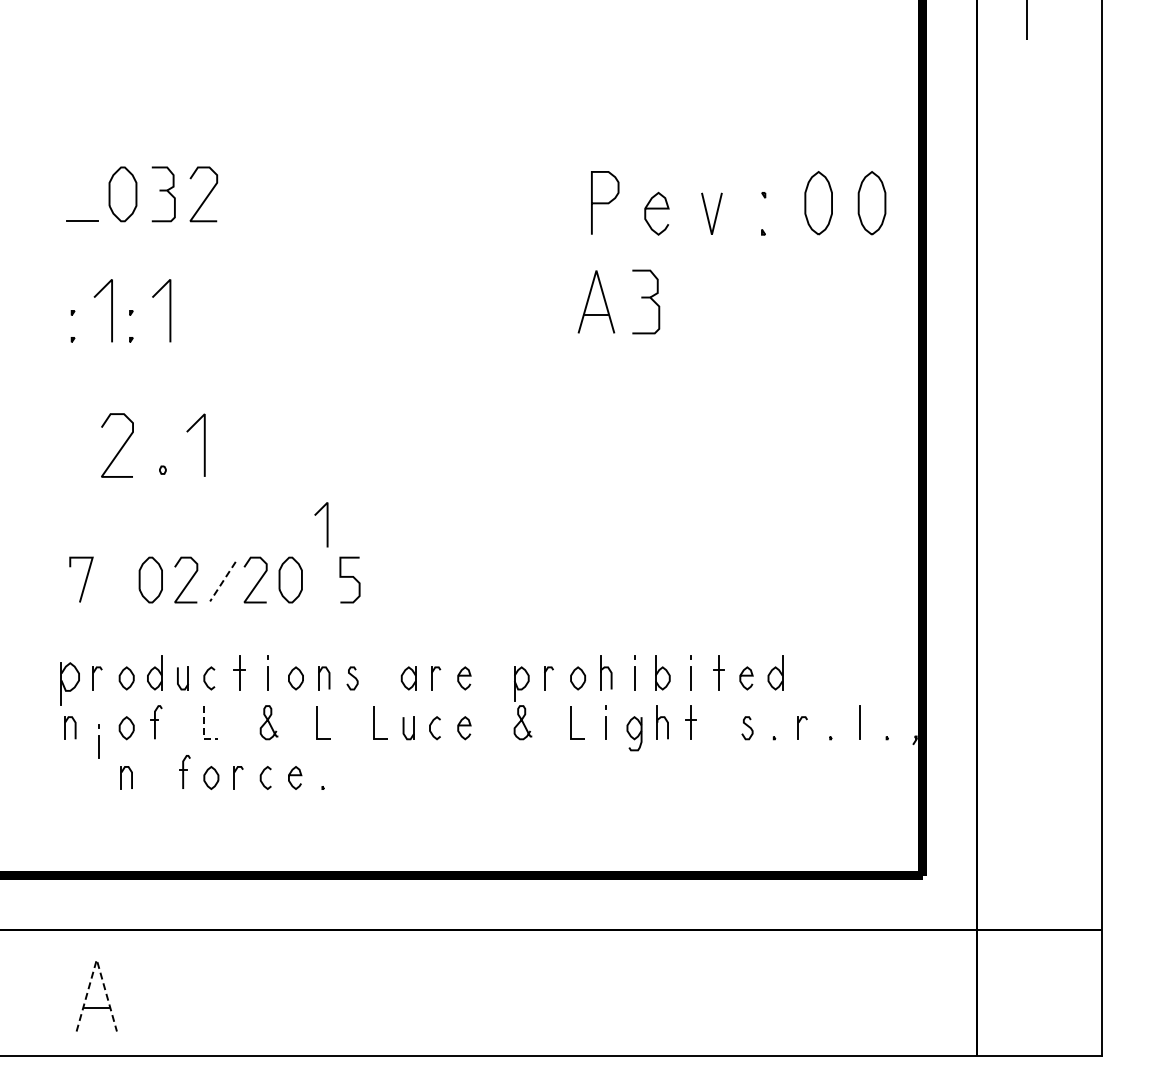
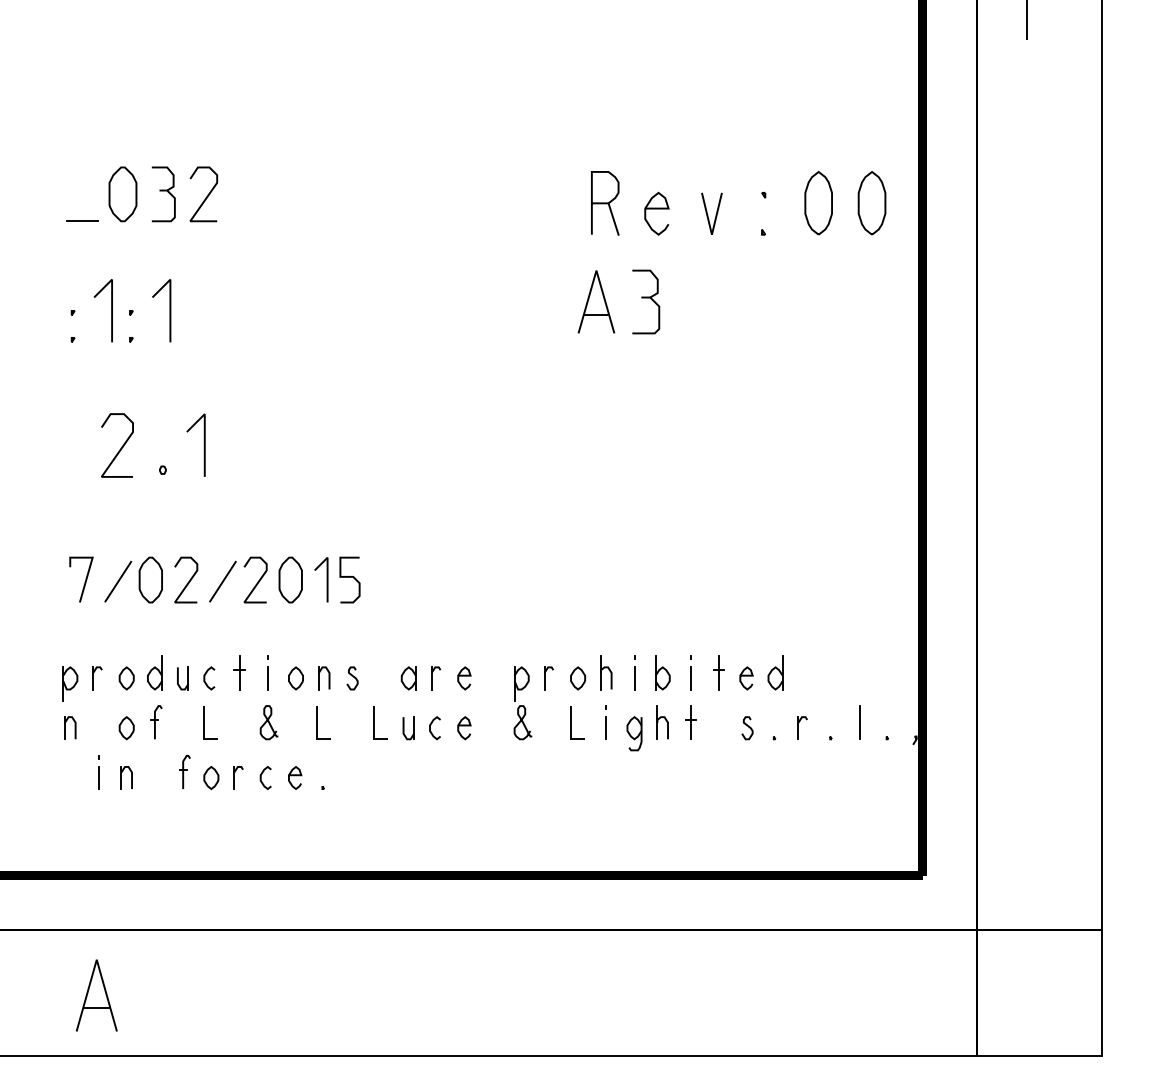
line at (613, 218): none -> present
line at (326, 524) position: (326, 524) -> (326, 579)
line at (118, 581): none -> present
line at (222, 581): dashed -> solid
part at (69, 683) size: 20x44 px -> 17x36 px
line at (204, 730): dashed -> solid
line at (98, 741) position: (98, 741) -> (98, 772)
line at (96, 959): dashed -> solid
